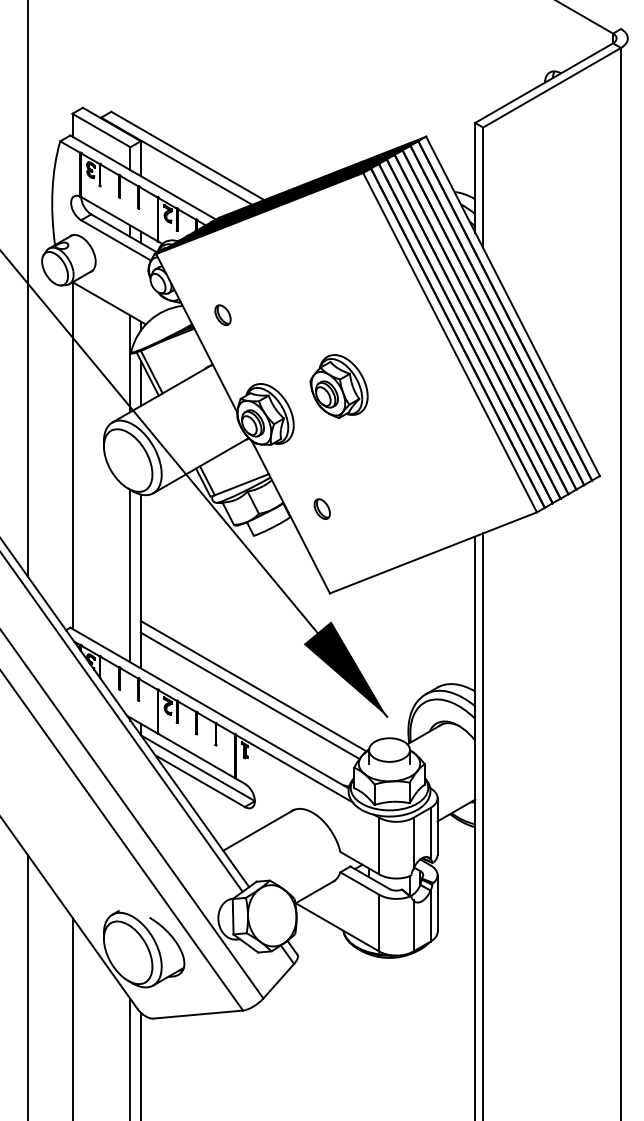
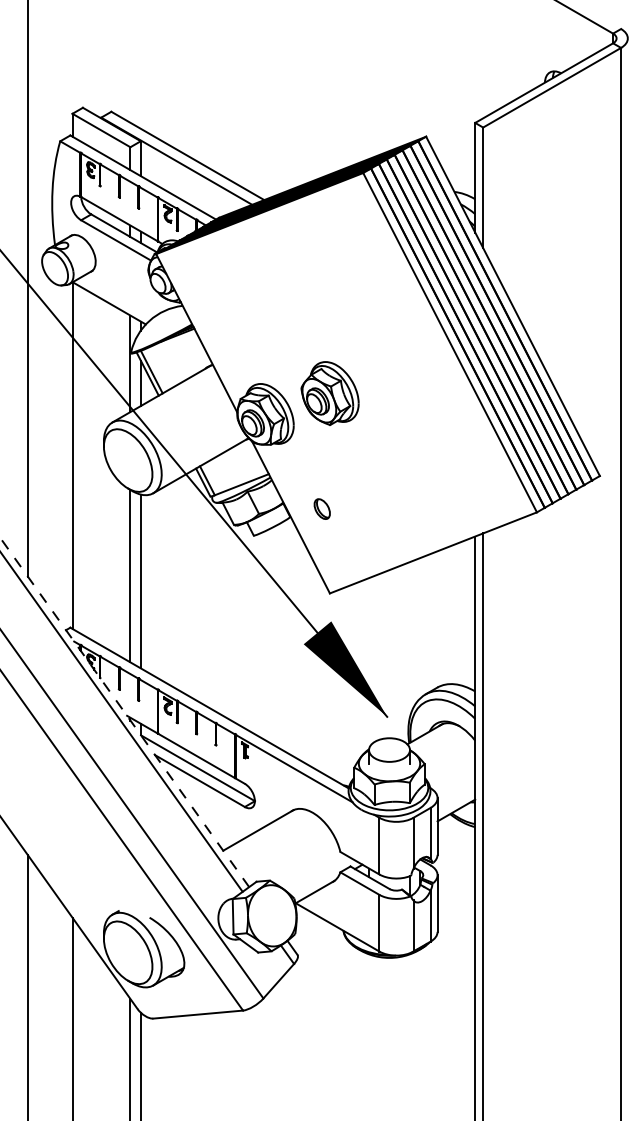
part at (222, 315): present -> none
part at (338, 386) position: (338, 386) -> (329, 393)
line at (253, 686): present -> none
line at (249, 695): present -> none
line at (124, 712): solid -> dashed
